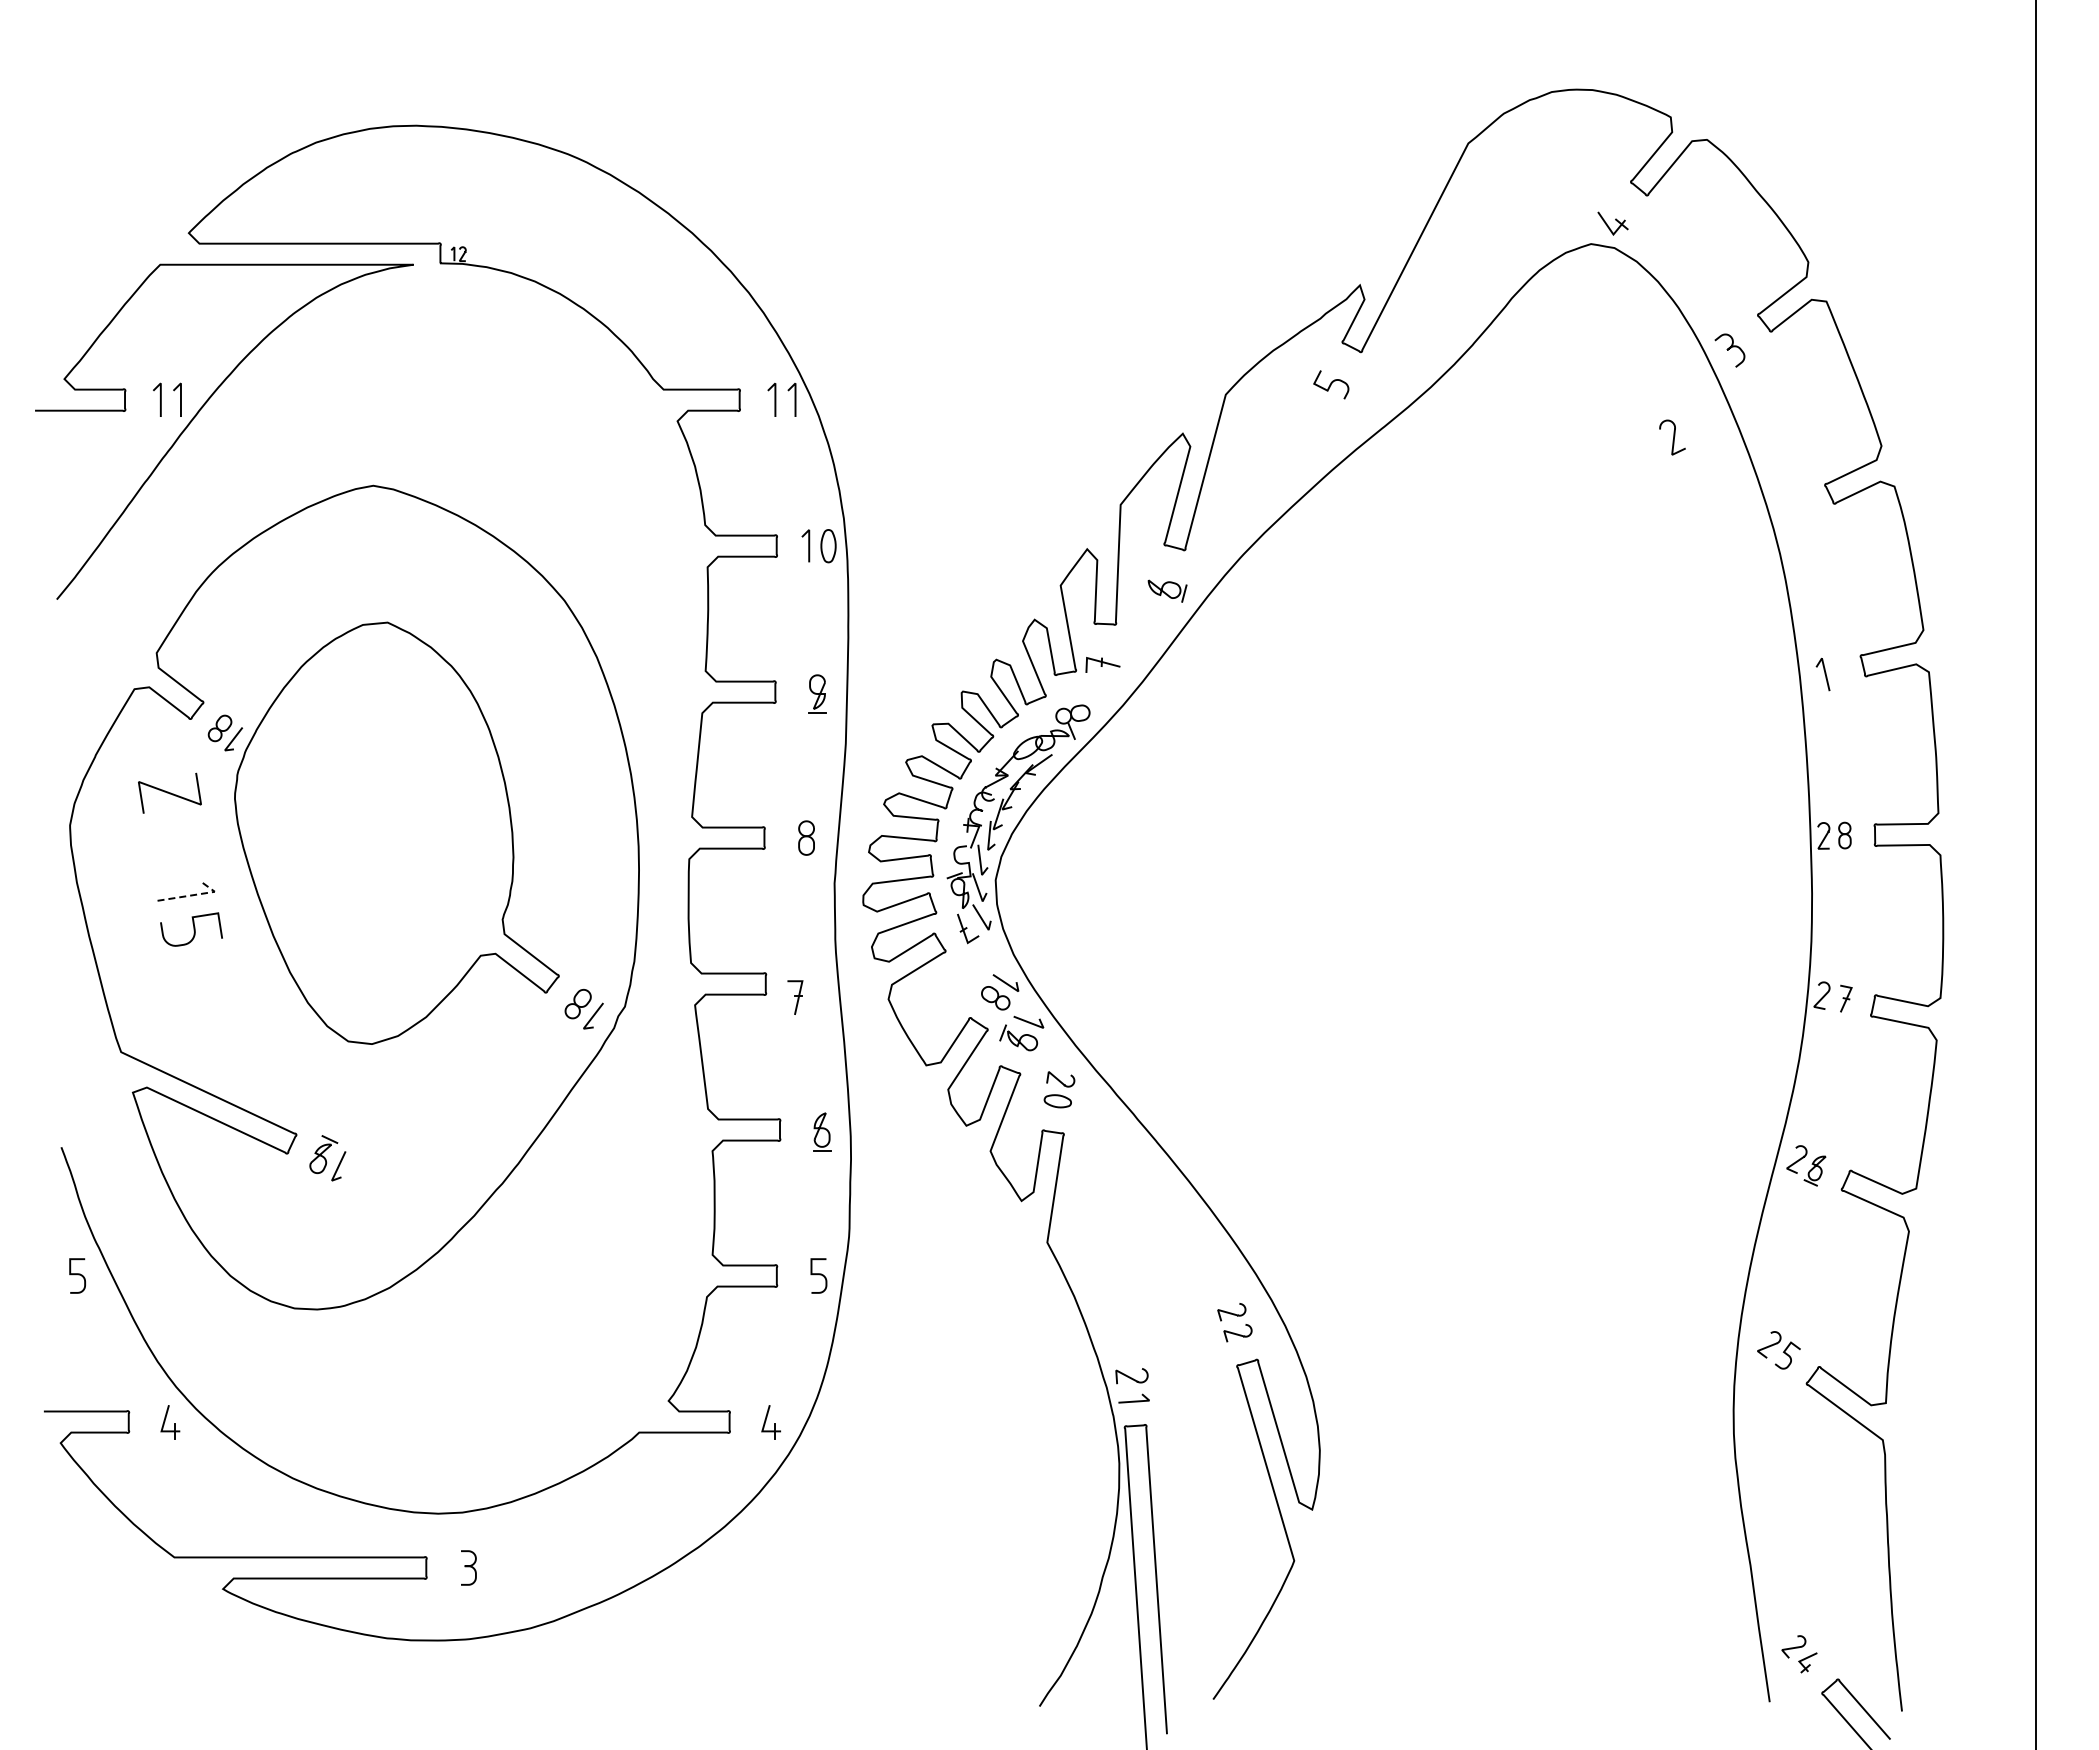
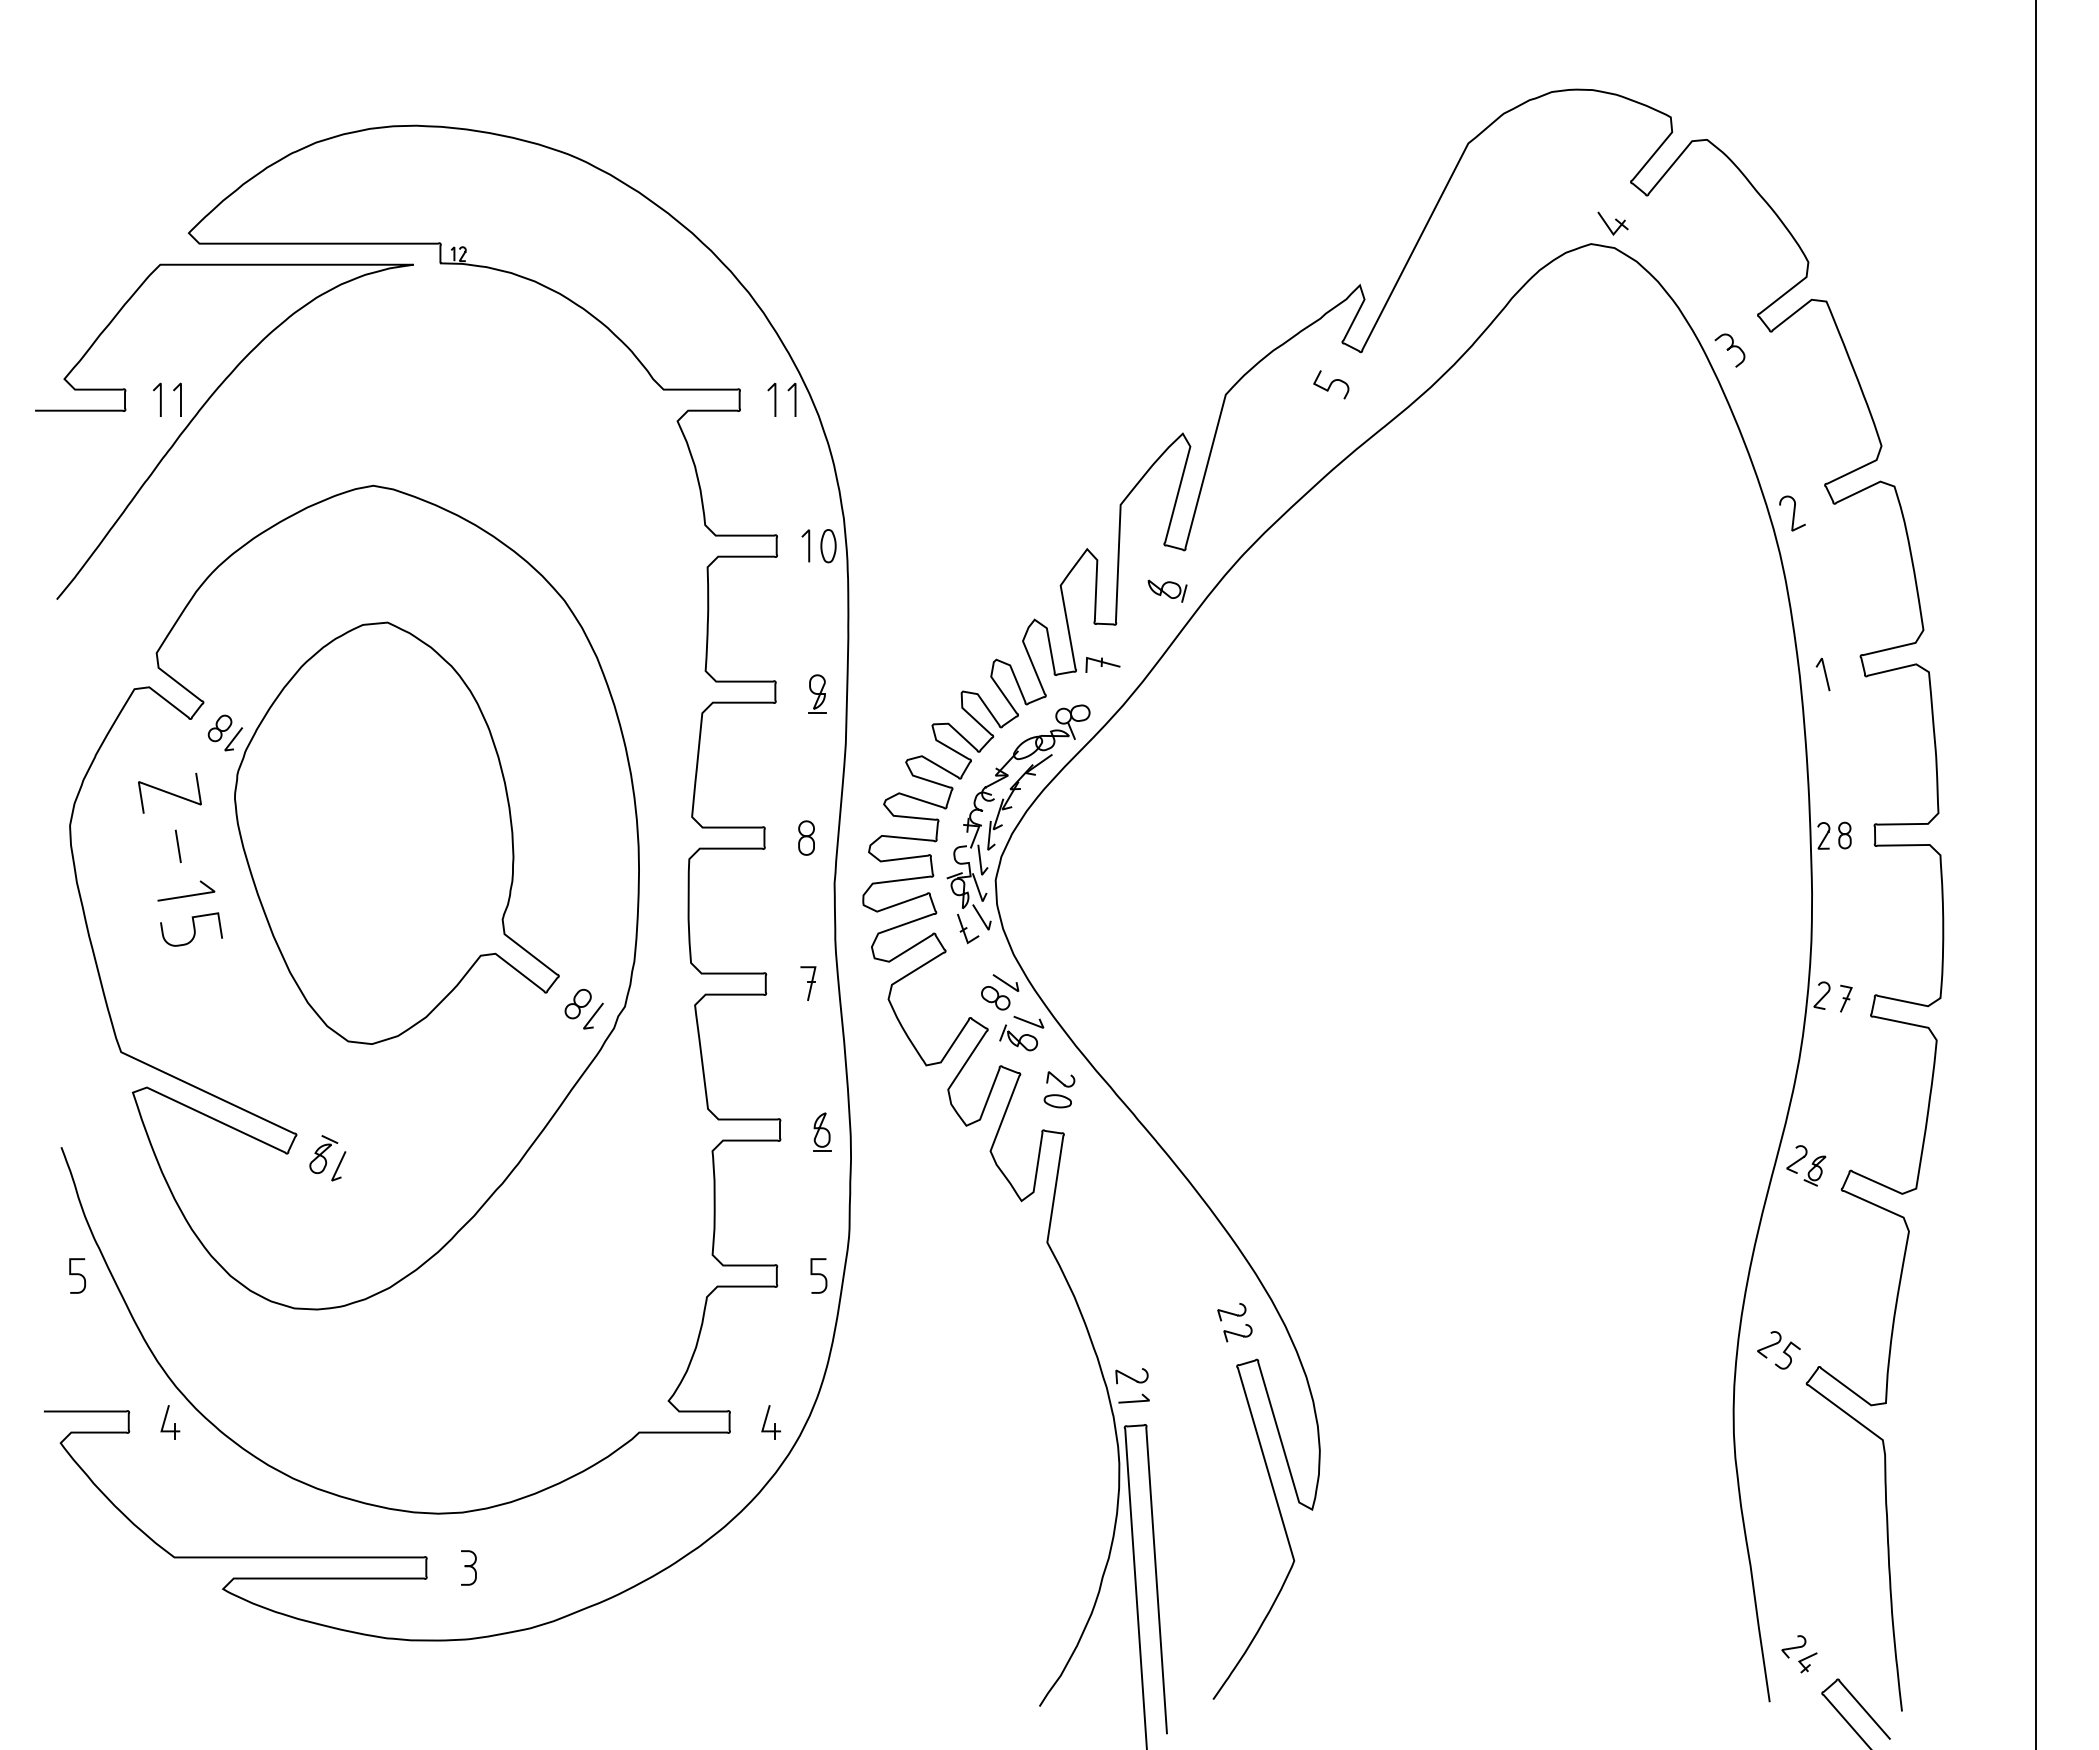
curve at (1673, 437) position: (1673, 437) -> (1793, 513)
line at (177, 846): none -> present
line at (196, 894): dashed -> solid
part at (795, 997) position: (795, 997) -> (808, 983)
